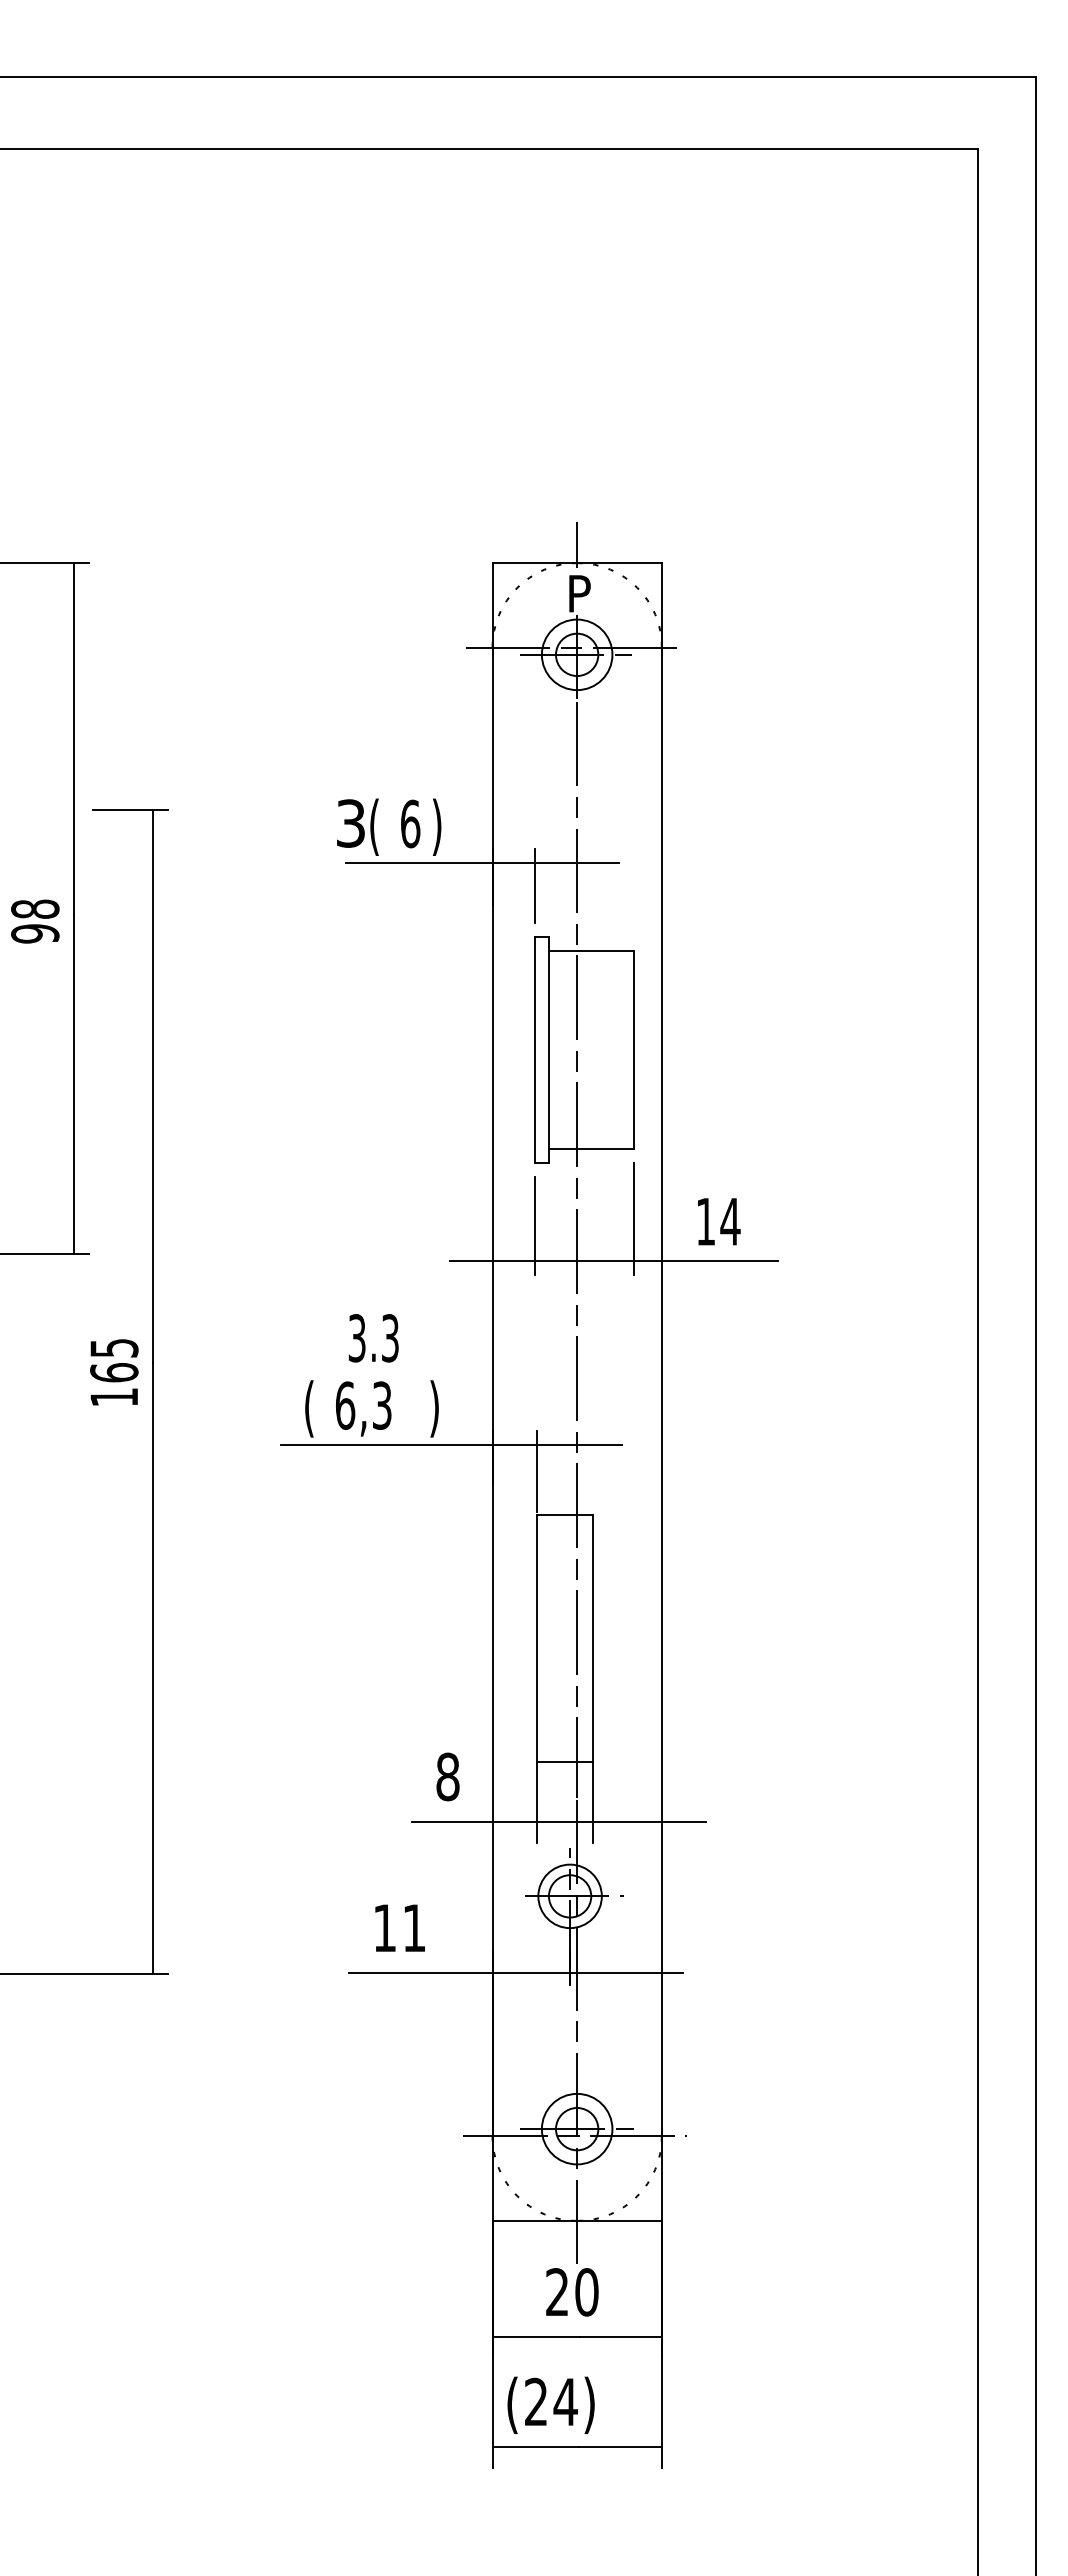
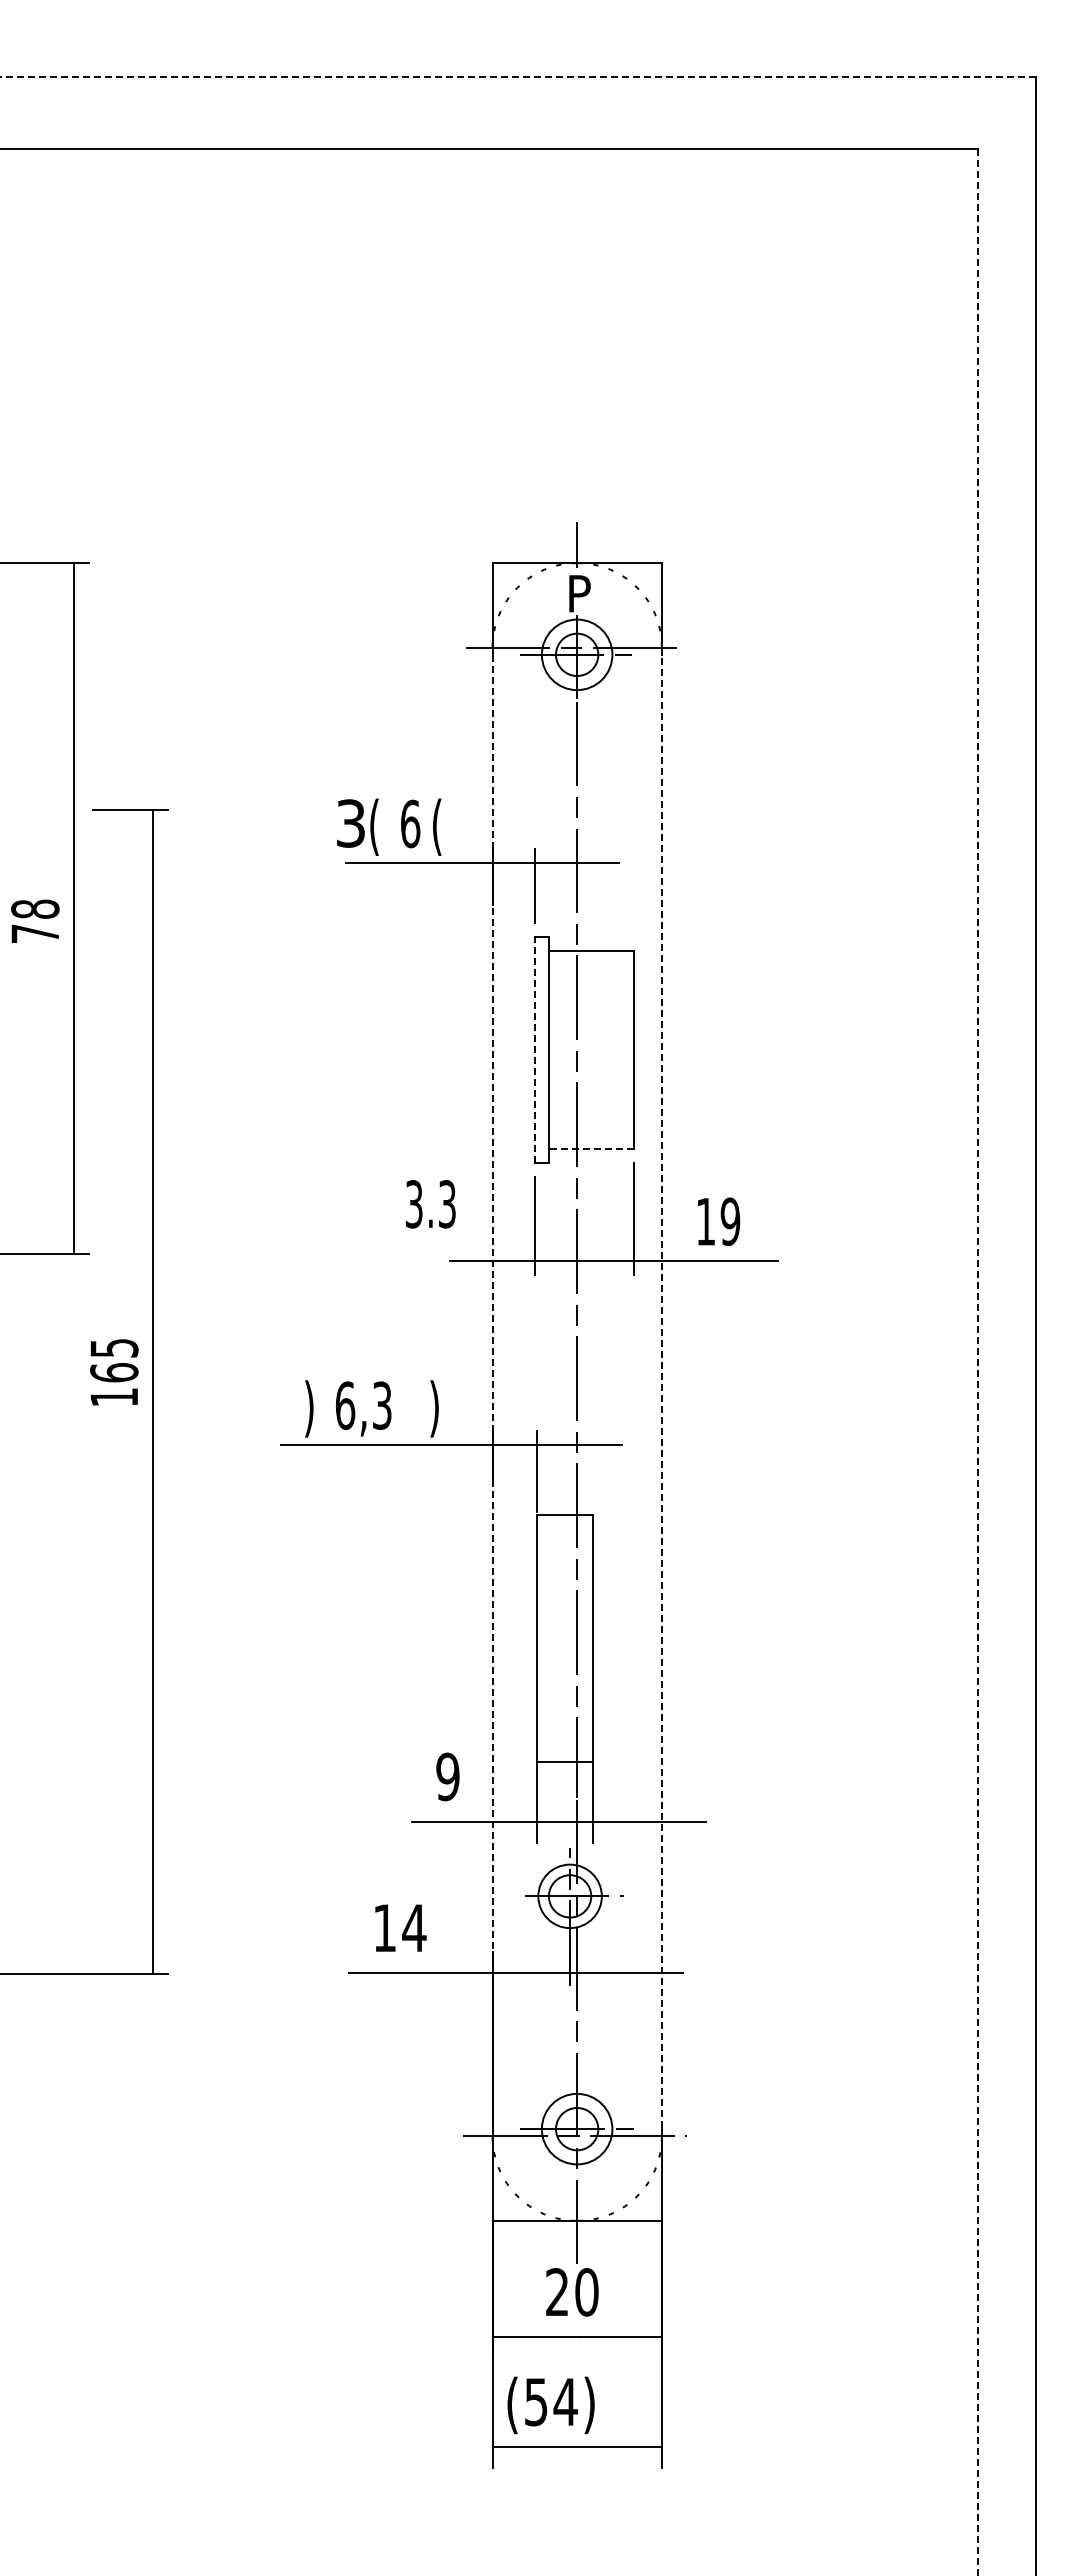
line at (518, 77): solid -> dashed
text at (436, 826): ) -> (
text at (35, 933): 98 -> 78
line at (534, 1049): solid -> dashed
line at (590, 1148): solid -> dashed
text at (730, 1221): 14 -> 19
text at (373, 1338) position: (373, 1338) -> (430, 1204)
line at (978, 1362): solid -> dashed
line at (492, 1391): solid -> dashed
line at (661, 1392): solid -> dashed
text at (309, 1408): ( -> )
text at (447, 1776): 8 -> 9
text at (414, 1927): 11 -> 14
text at (536, 2401): (24) -> (54)
